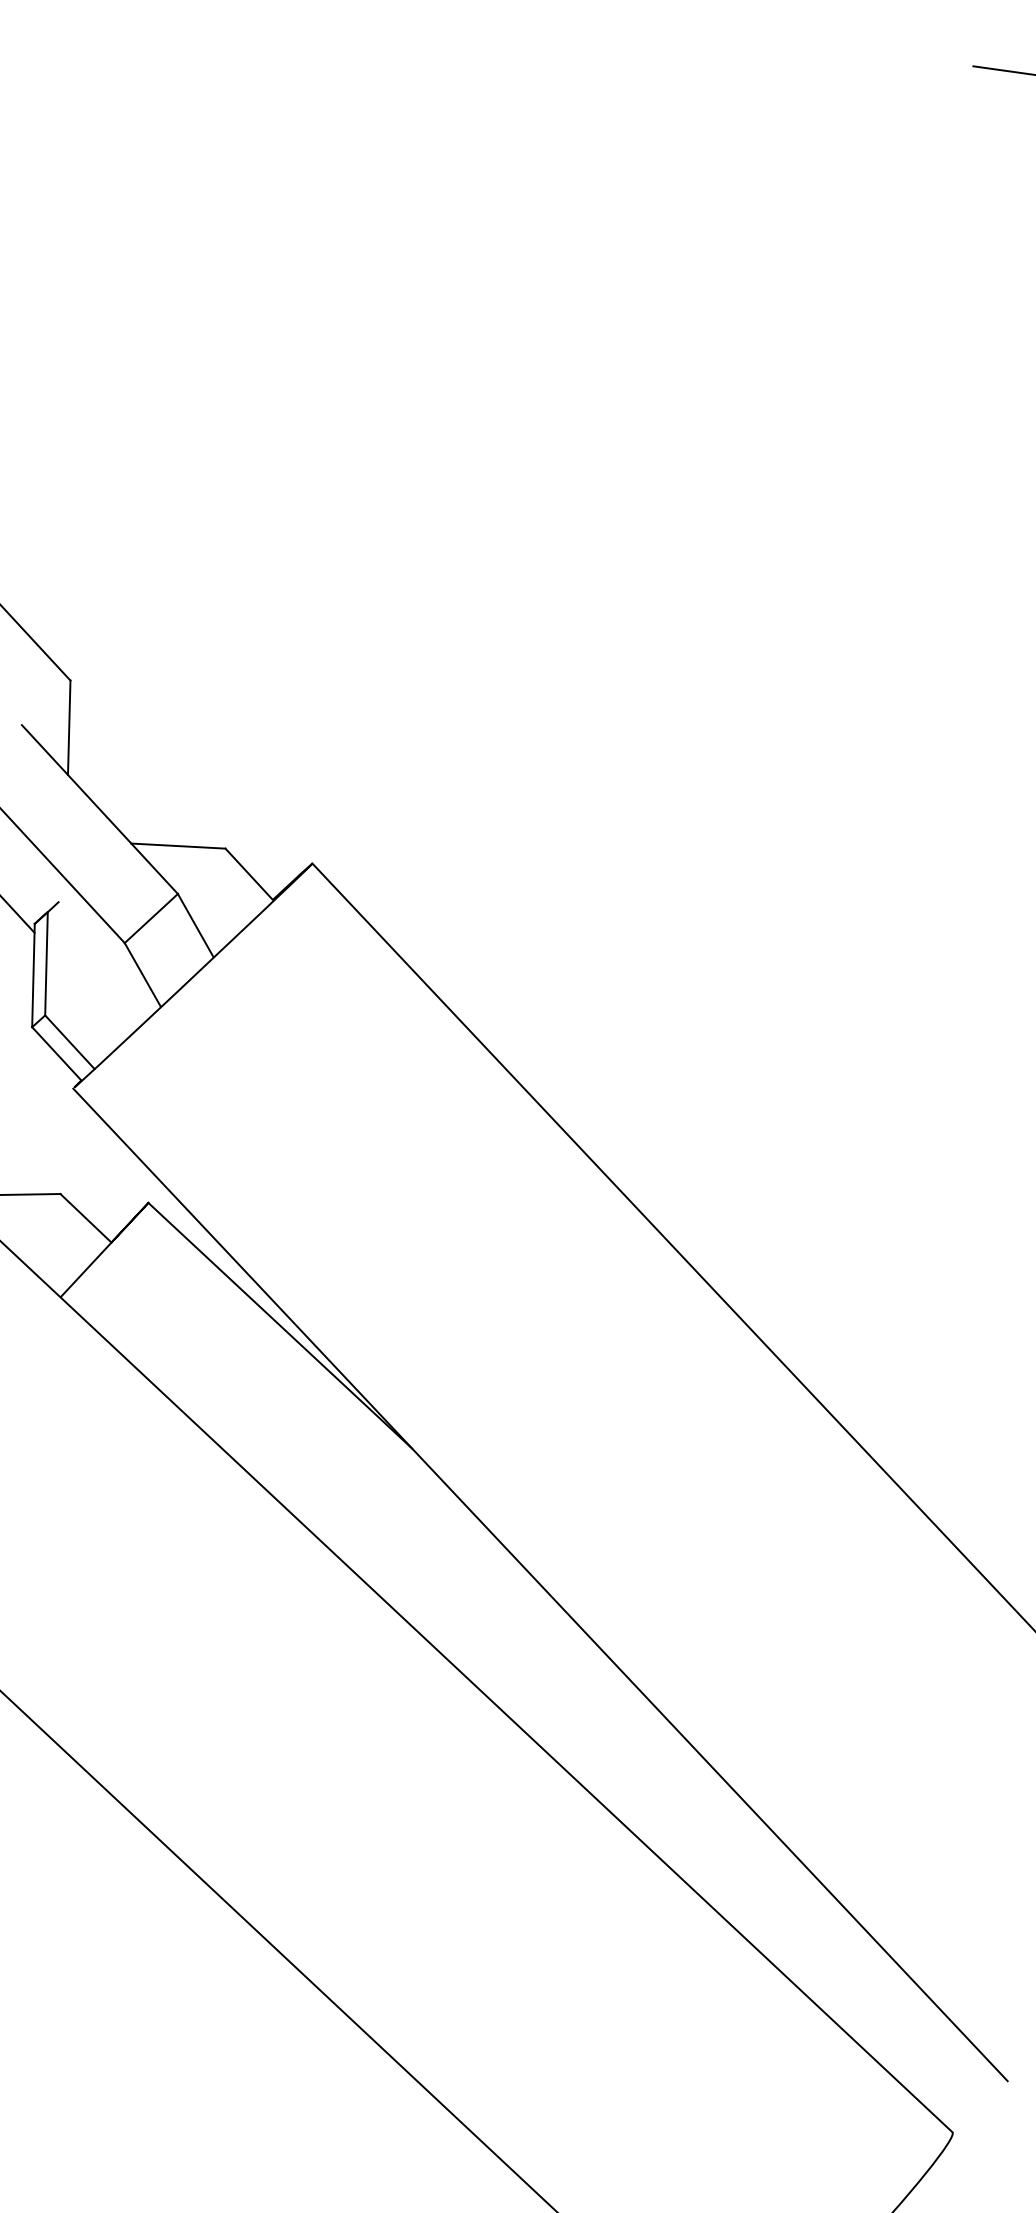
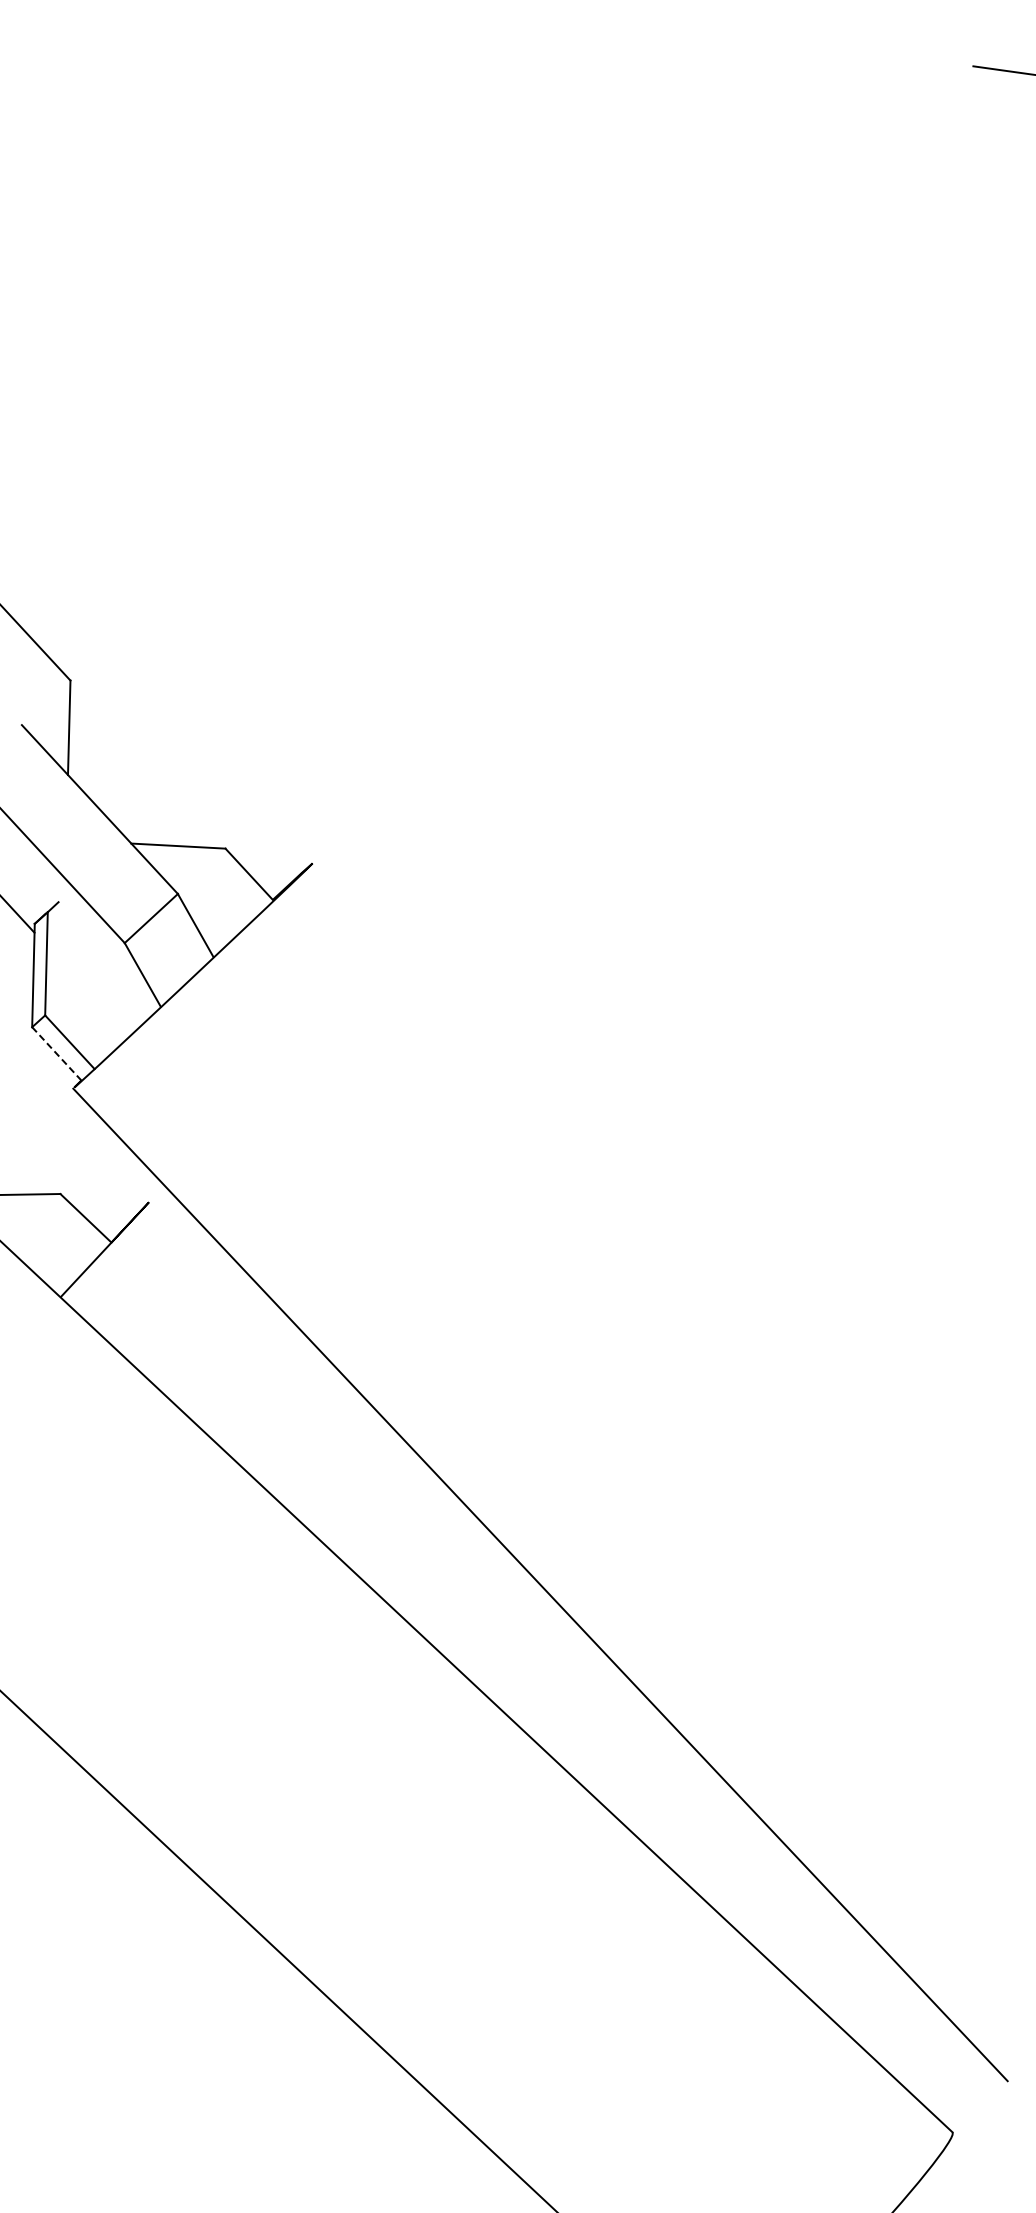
line at (56, 1053): solid -> dashed
line at (672, 1245): present -> none
line at (280, 1325): present -> none
